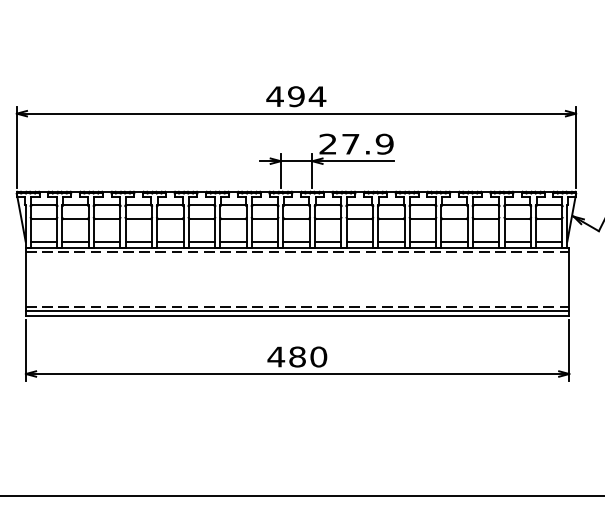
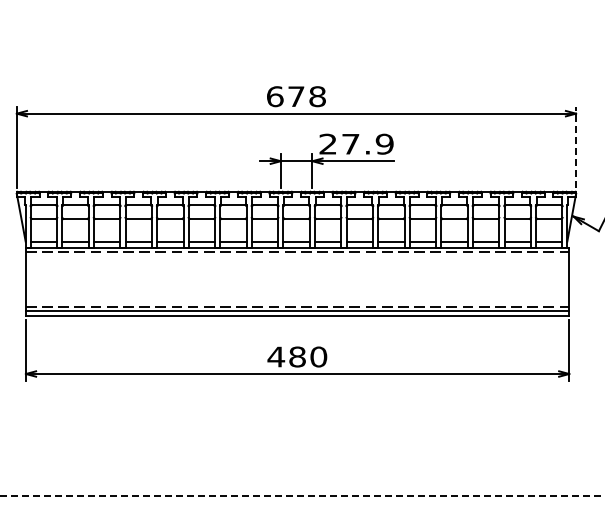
text at (296, 96): 494 -> 678
line at (576, 147): solid -> dashed
line at (302, 496): solid -> dashed
